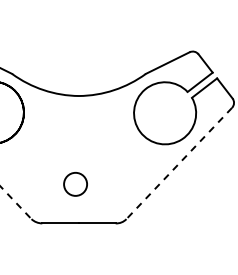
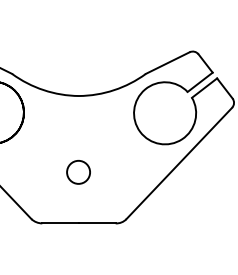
line at (179, 163): dashed -> solid
circle at (75, 184) position: (75, 184) -> (78, 172)
line at (16, 203): dashed -> solid
